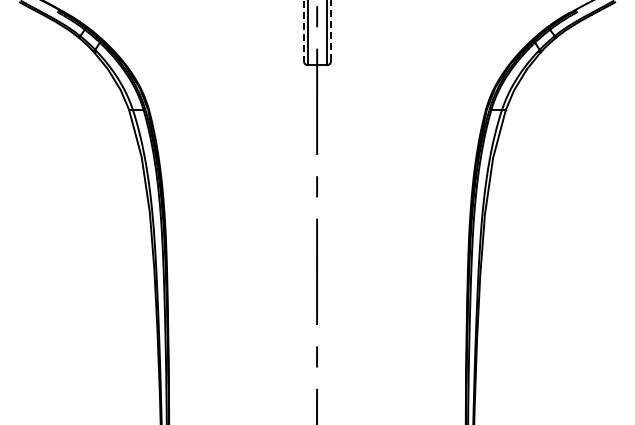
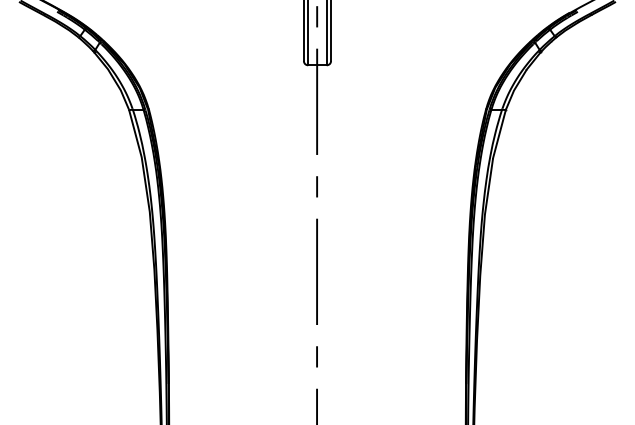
line at (331, 30): dashed -> solid
line at (303, 31): dashed -> solid
